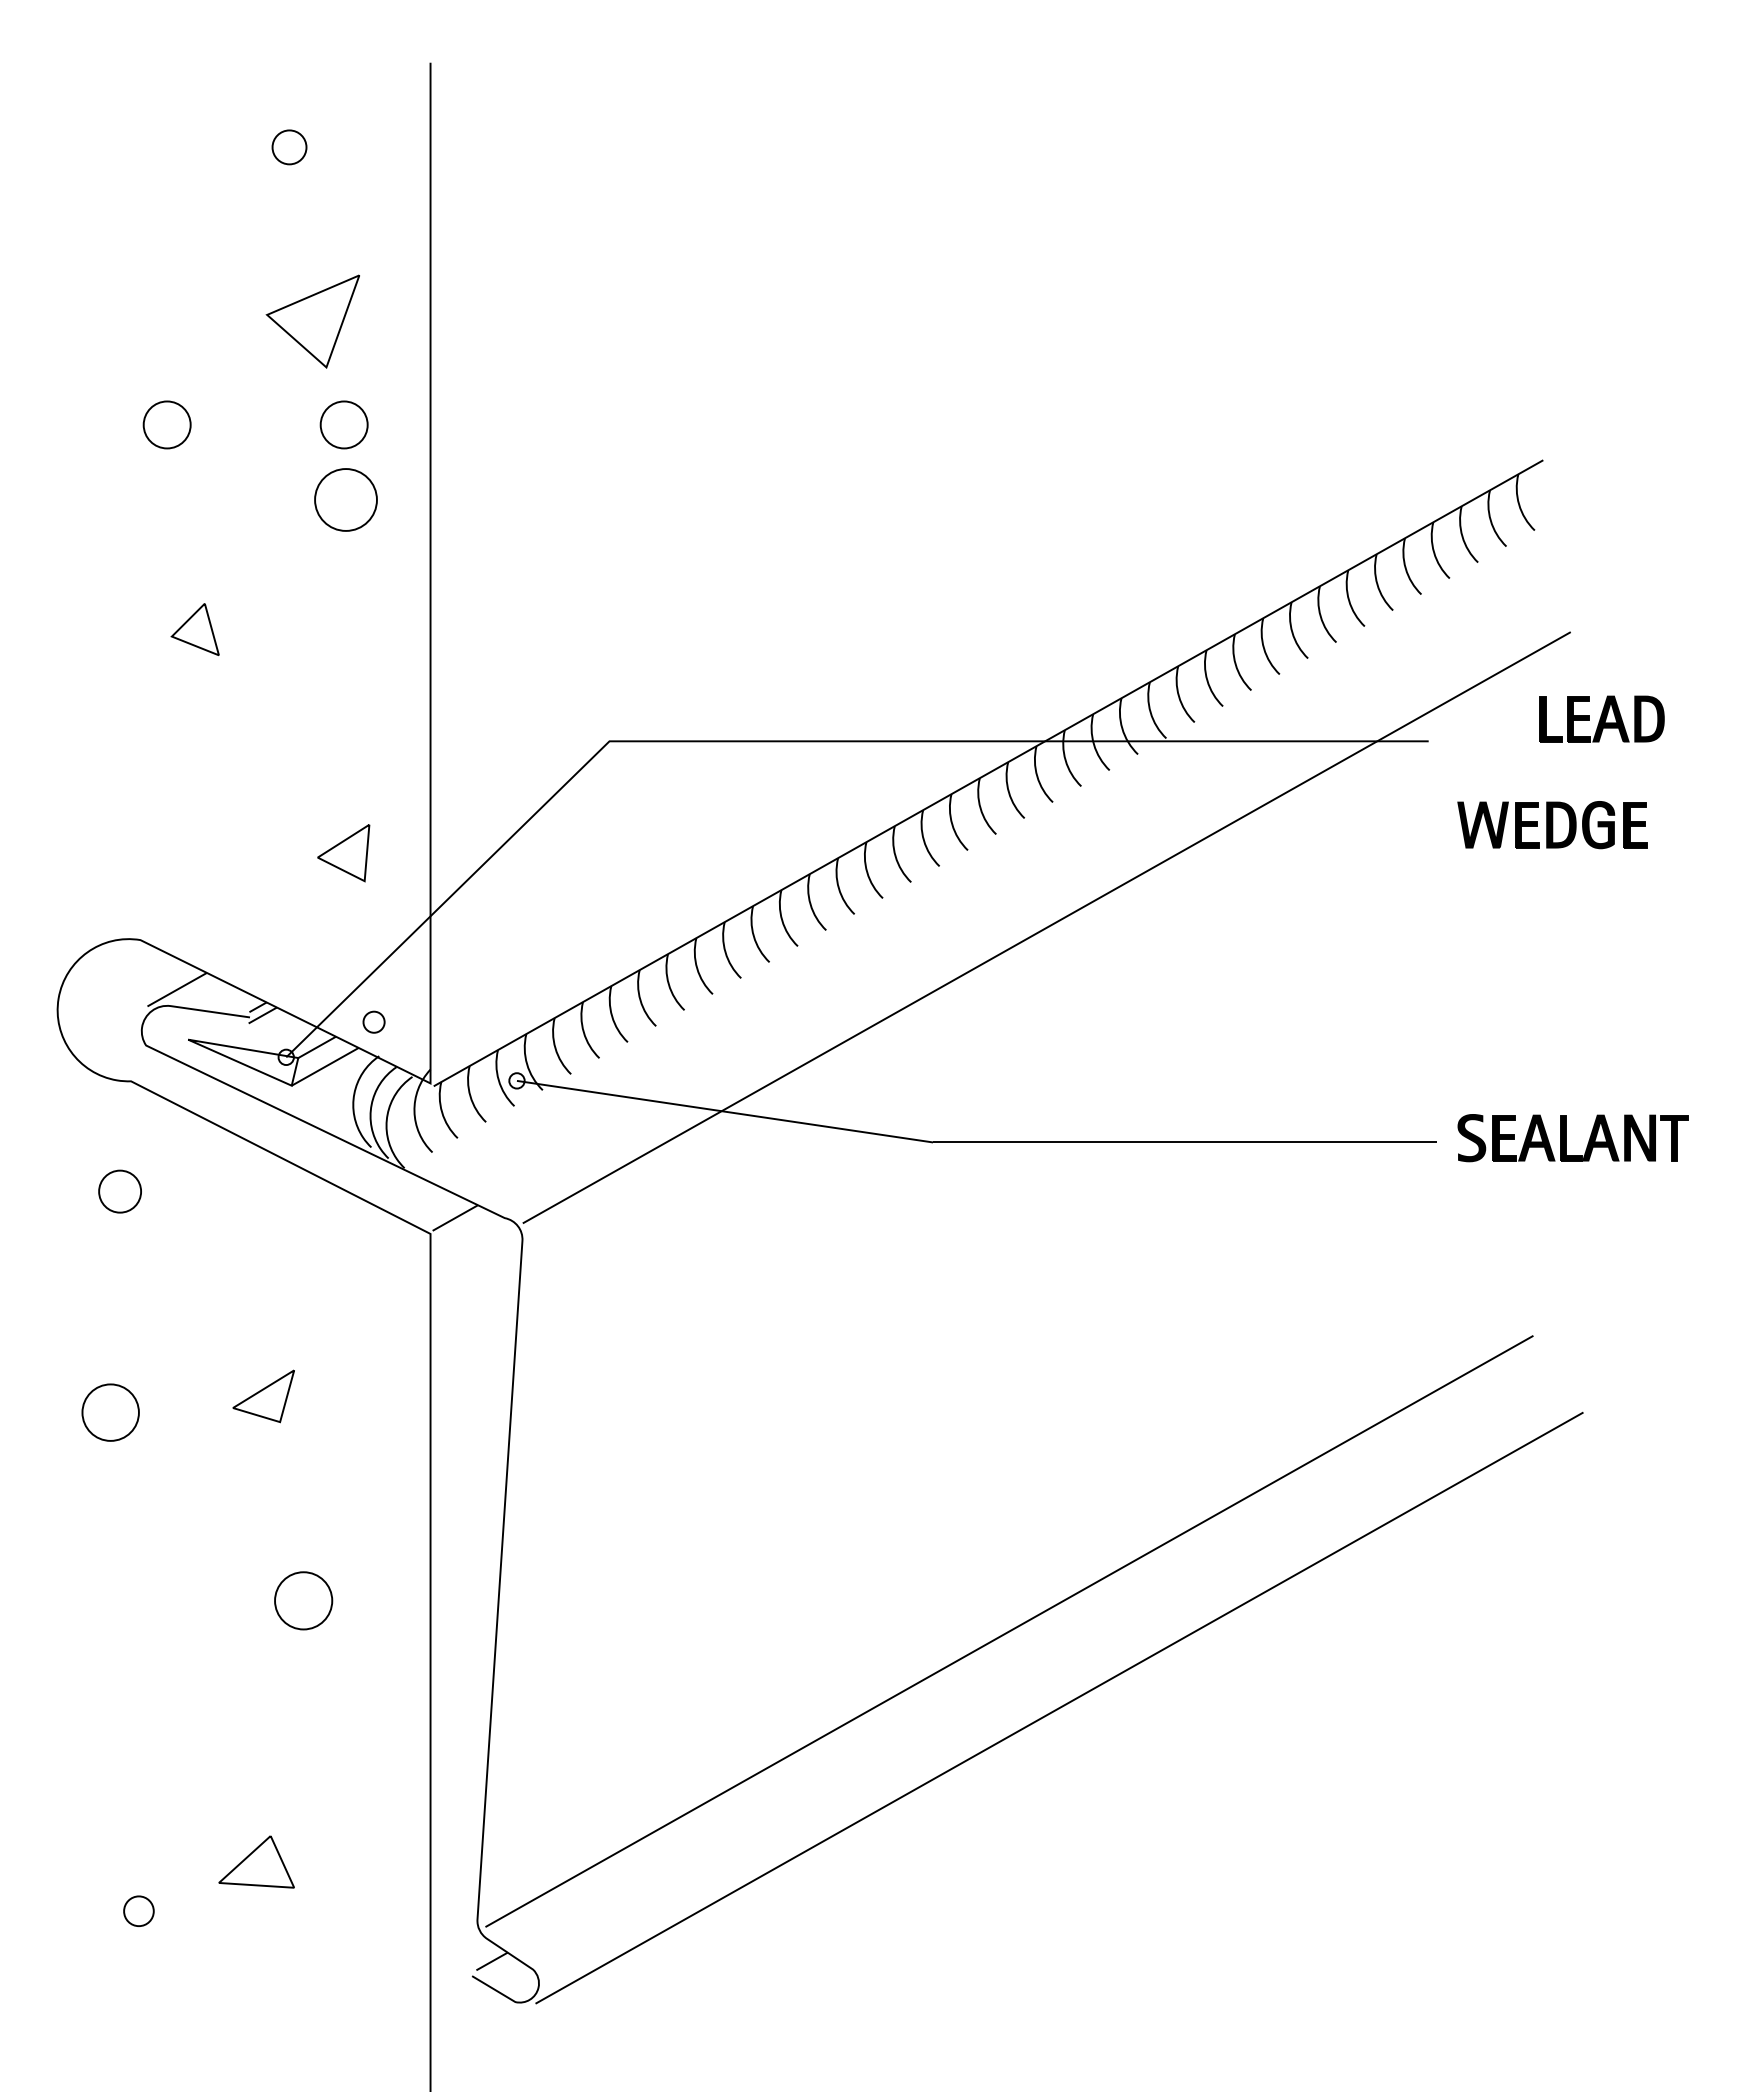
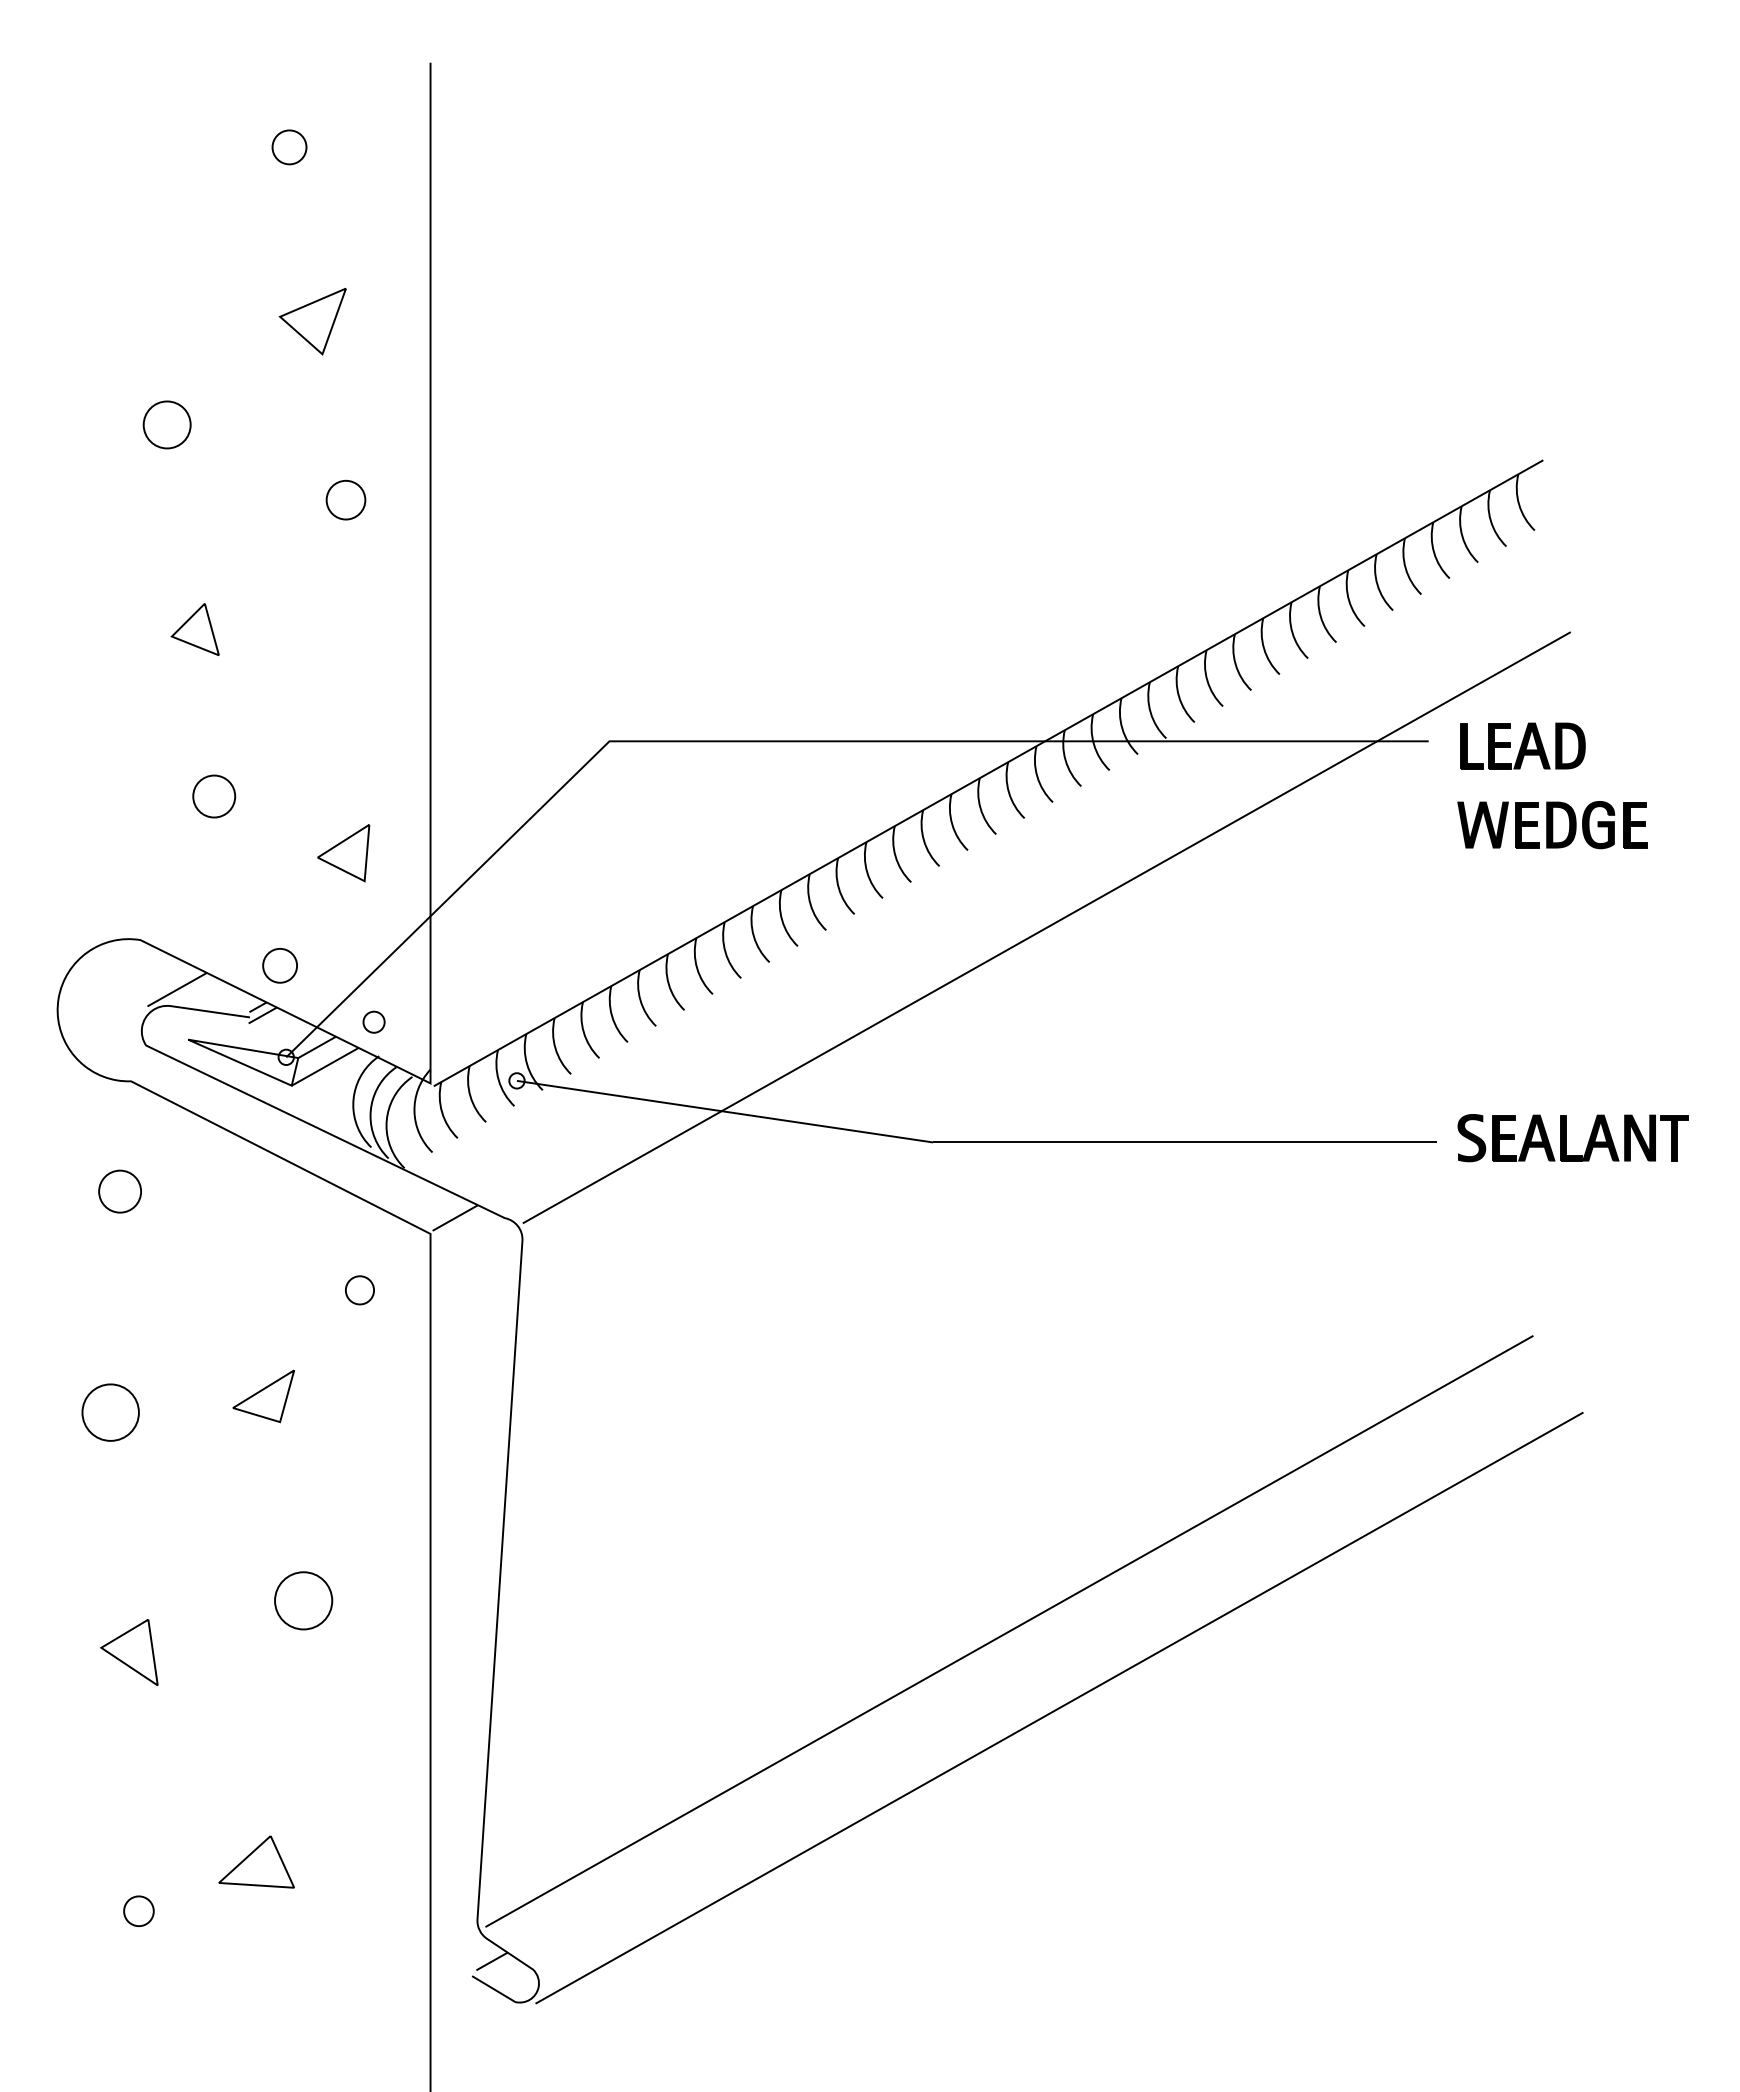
part at (312, 321) size: 95x95 px -> 69x69 px
part at (343, 424): present -> none
part at (345, 499) size: 64x64 px -> 42x41 px
part at (1601, 718) position: (1601, 718) -> (1522, 745)
part at (214, 796): none -> present
part at (279, 965): none -> present
part at (359, 1290): none -> present
part at (128, 1652): none -> present
